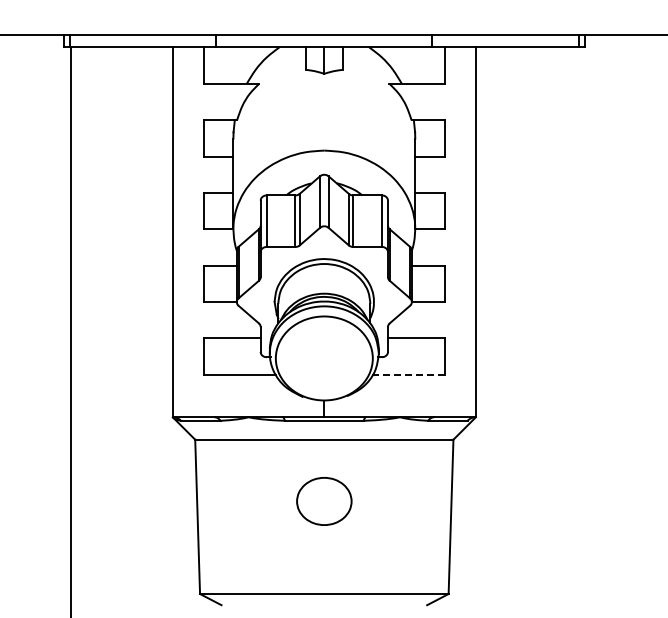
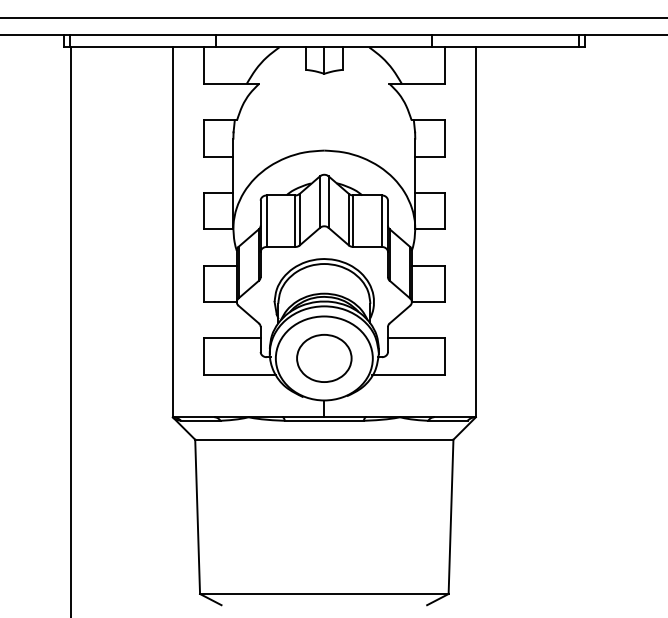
line at (333, 18): none -> present
line at (408, 374): dashed -> solid
part at (324, 501) position: (324, 501) -> (324, 358)
